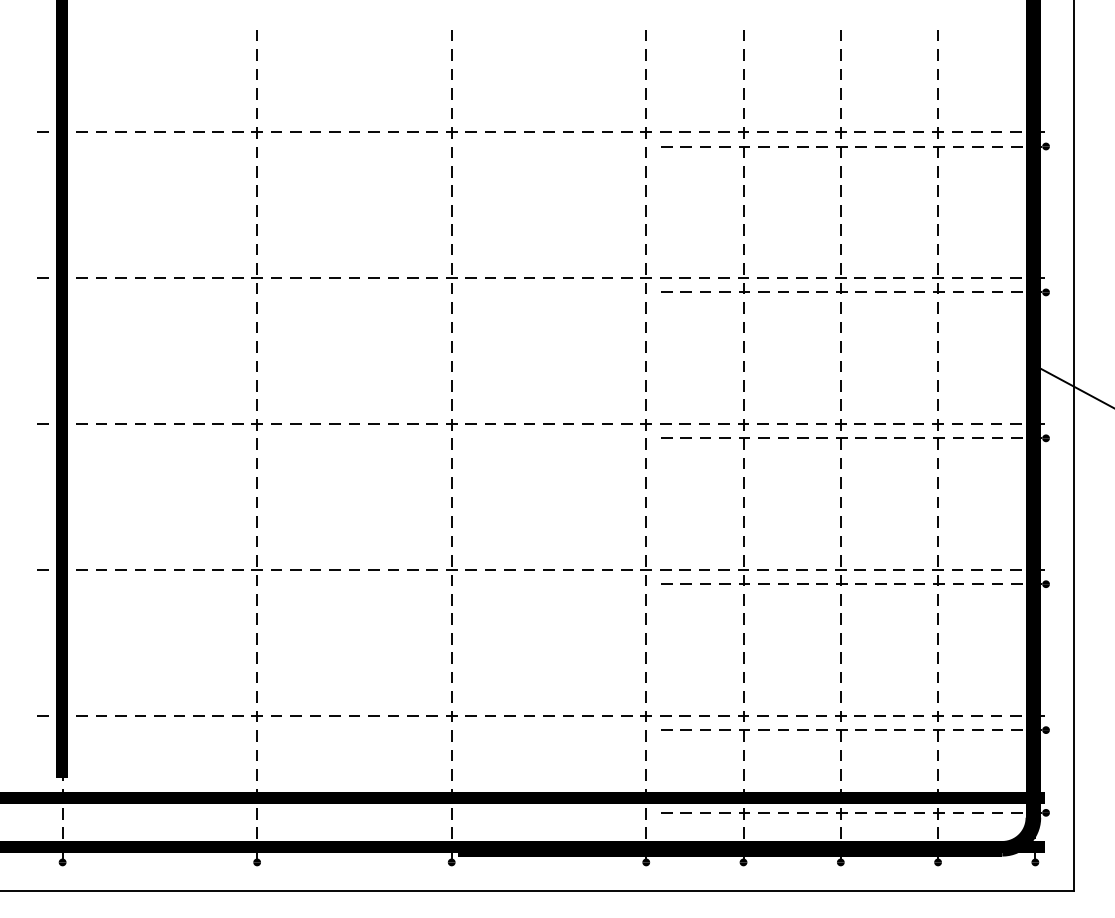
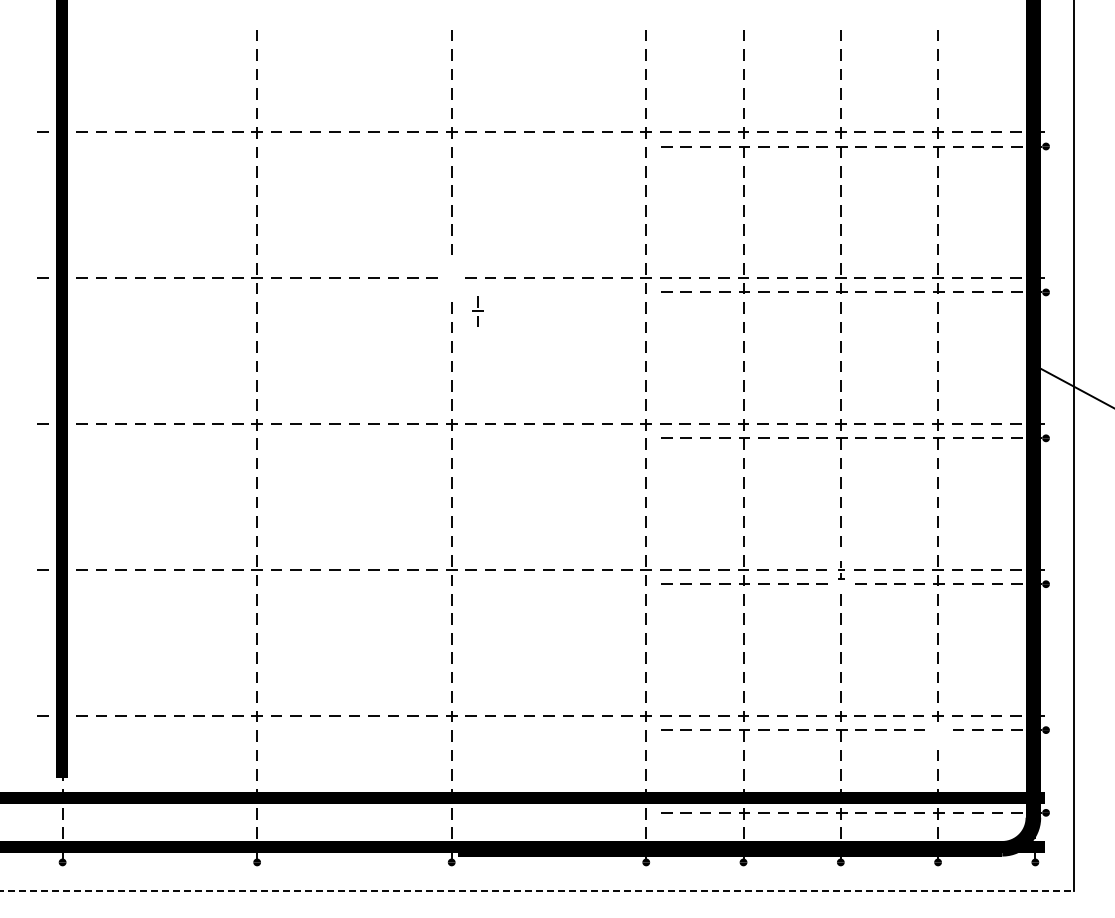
part at (451, 278) position: (451, 278) -> (477, 311)
part at (841, 570) size: 13x31 px -> 7x19 px
part at (938, 735): present -> none
line at (537, 890): solid -> dashed
